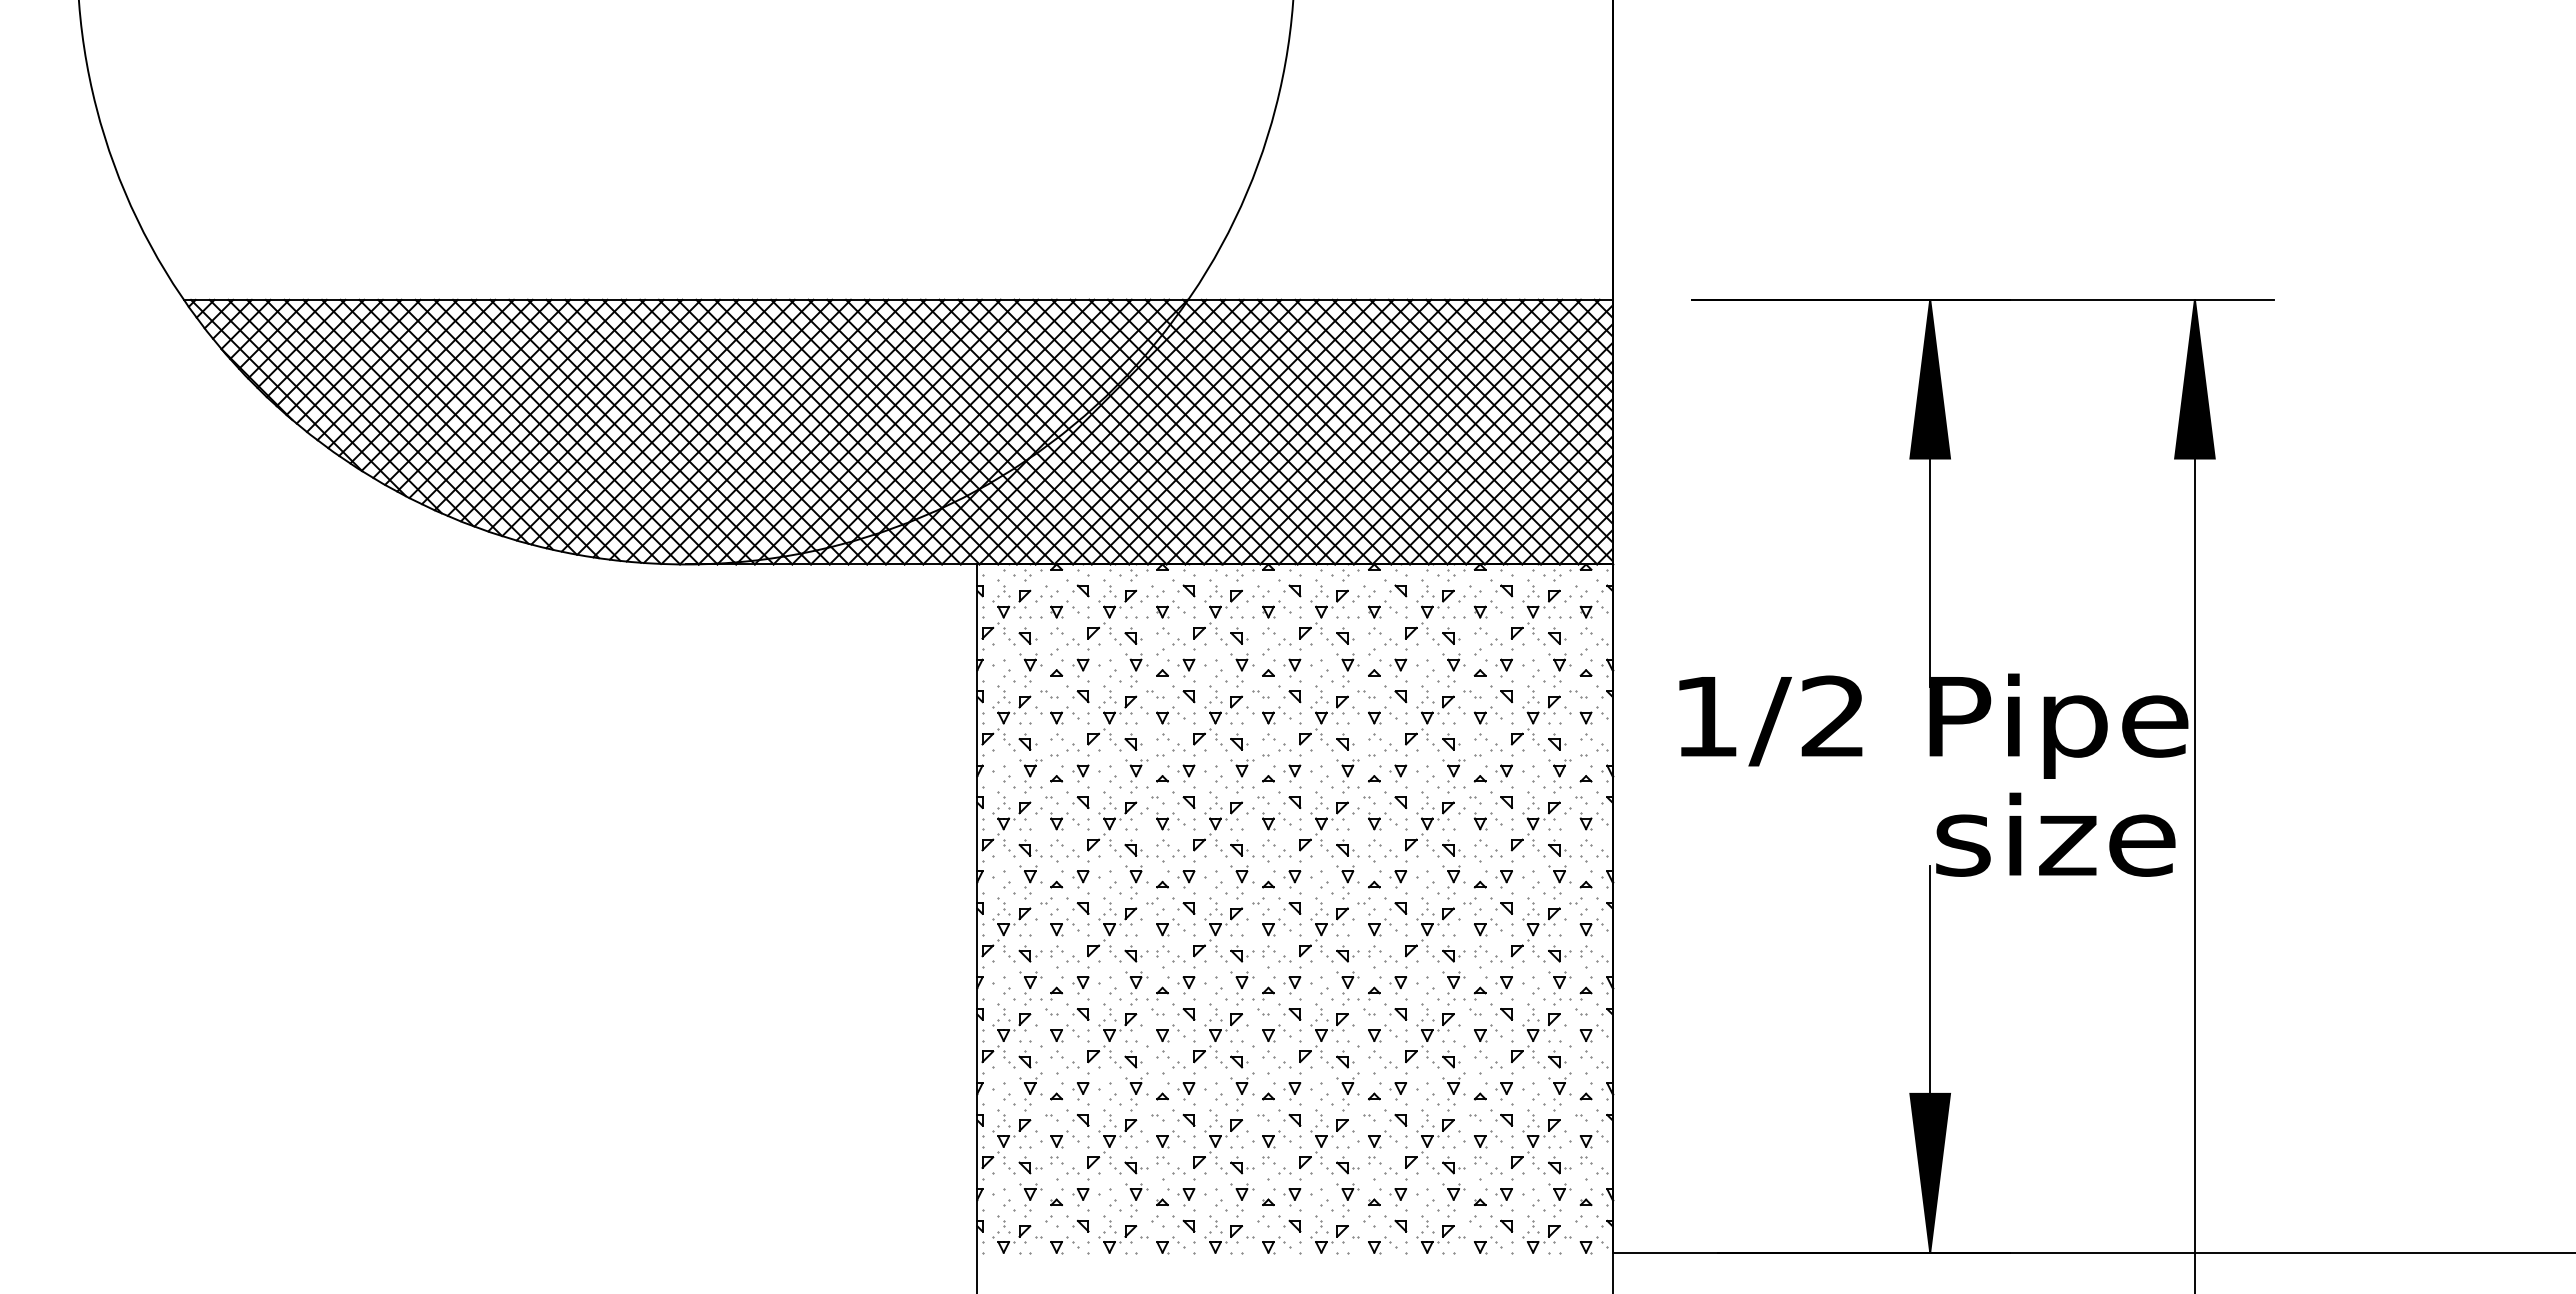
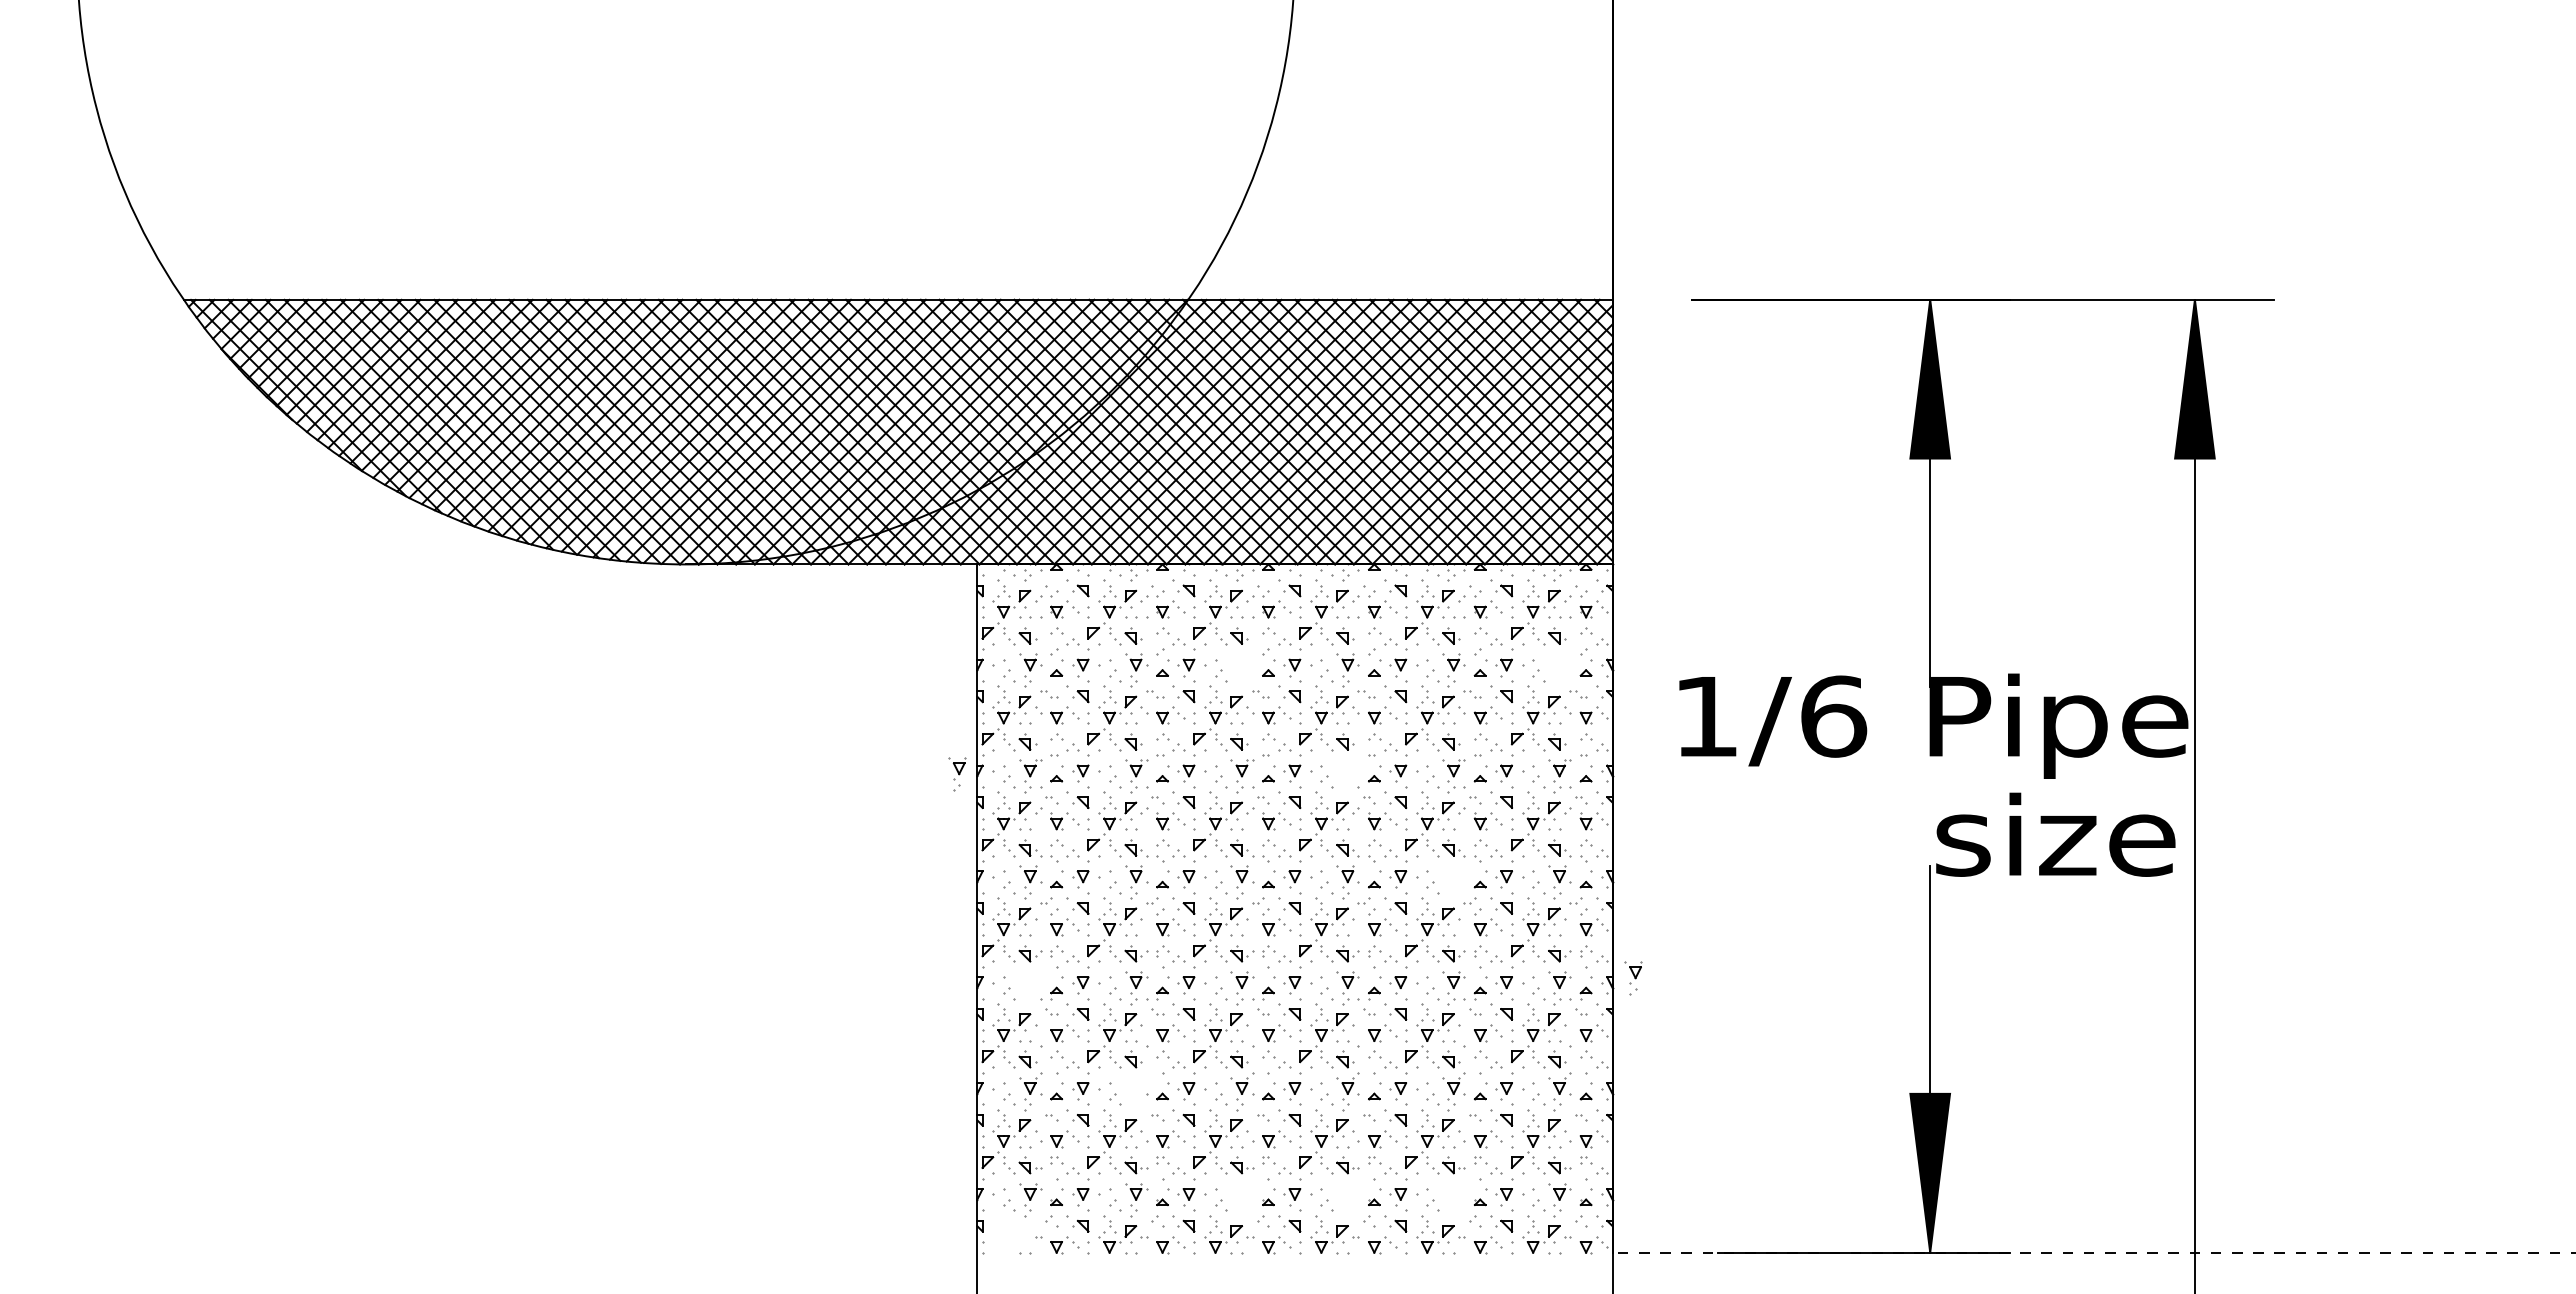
part at (1242, 670): present -> none
part at (1559, 670): present -> none
text at (1834, 716): 1/2 -> 1/6
part at (957, 774): none -> present
part at (1347, 776): present -> none
part at (1453, 882): present -> none
part at (1633, 978): none -> present
part at (1030, 988): present -> none
part at (1136, 1091): present -> none
part at (1242, 1200): present -> none
part at (1347, 1200): present -> none
part at (1453, 1200): present -> none
part at (1011, 1234): present -> none
line at (2093, 1252): solid -> dashed
